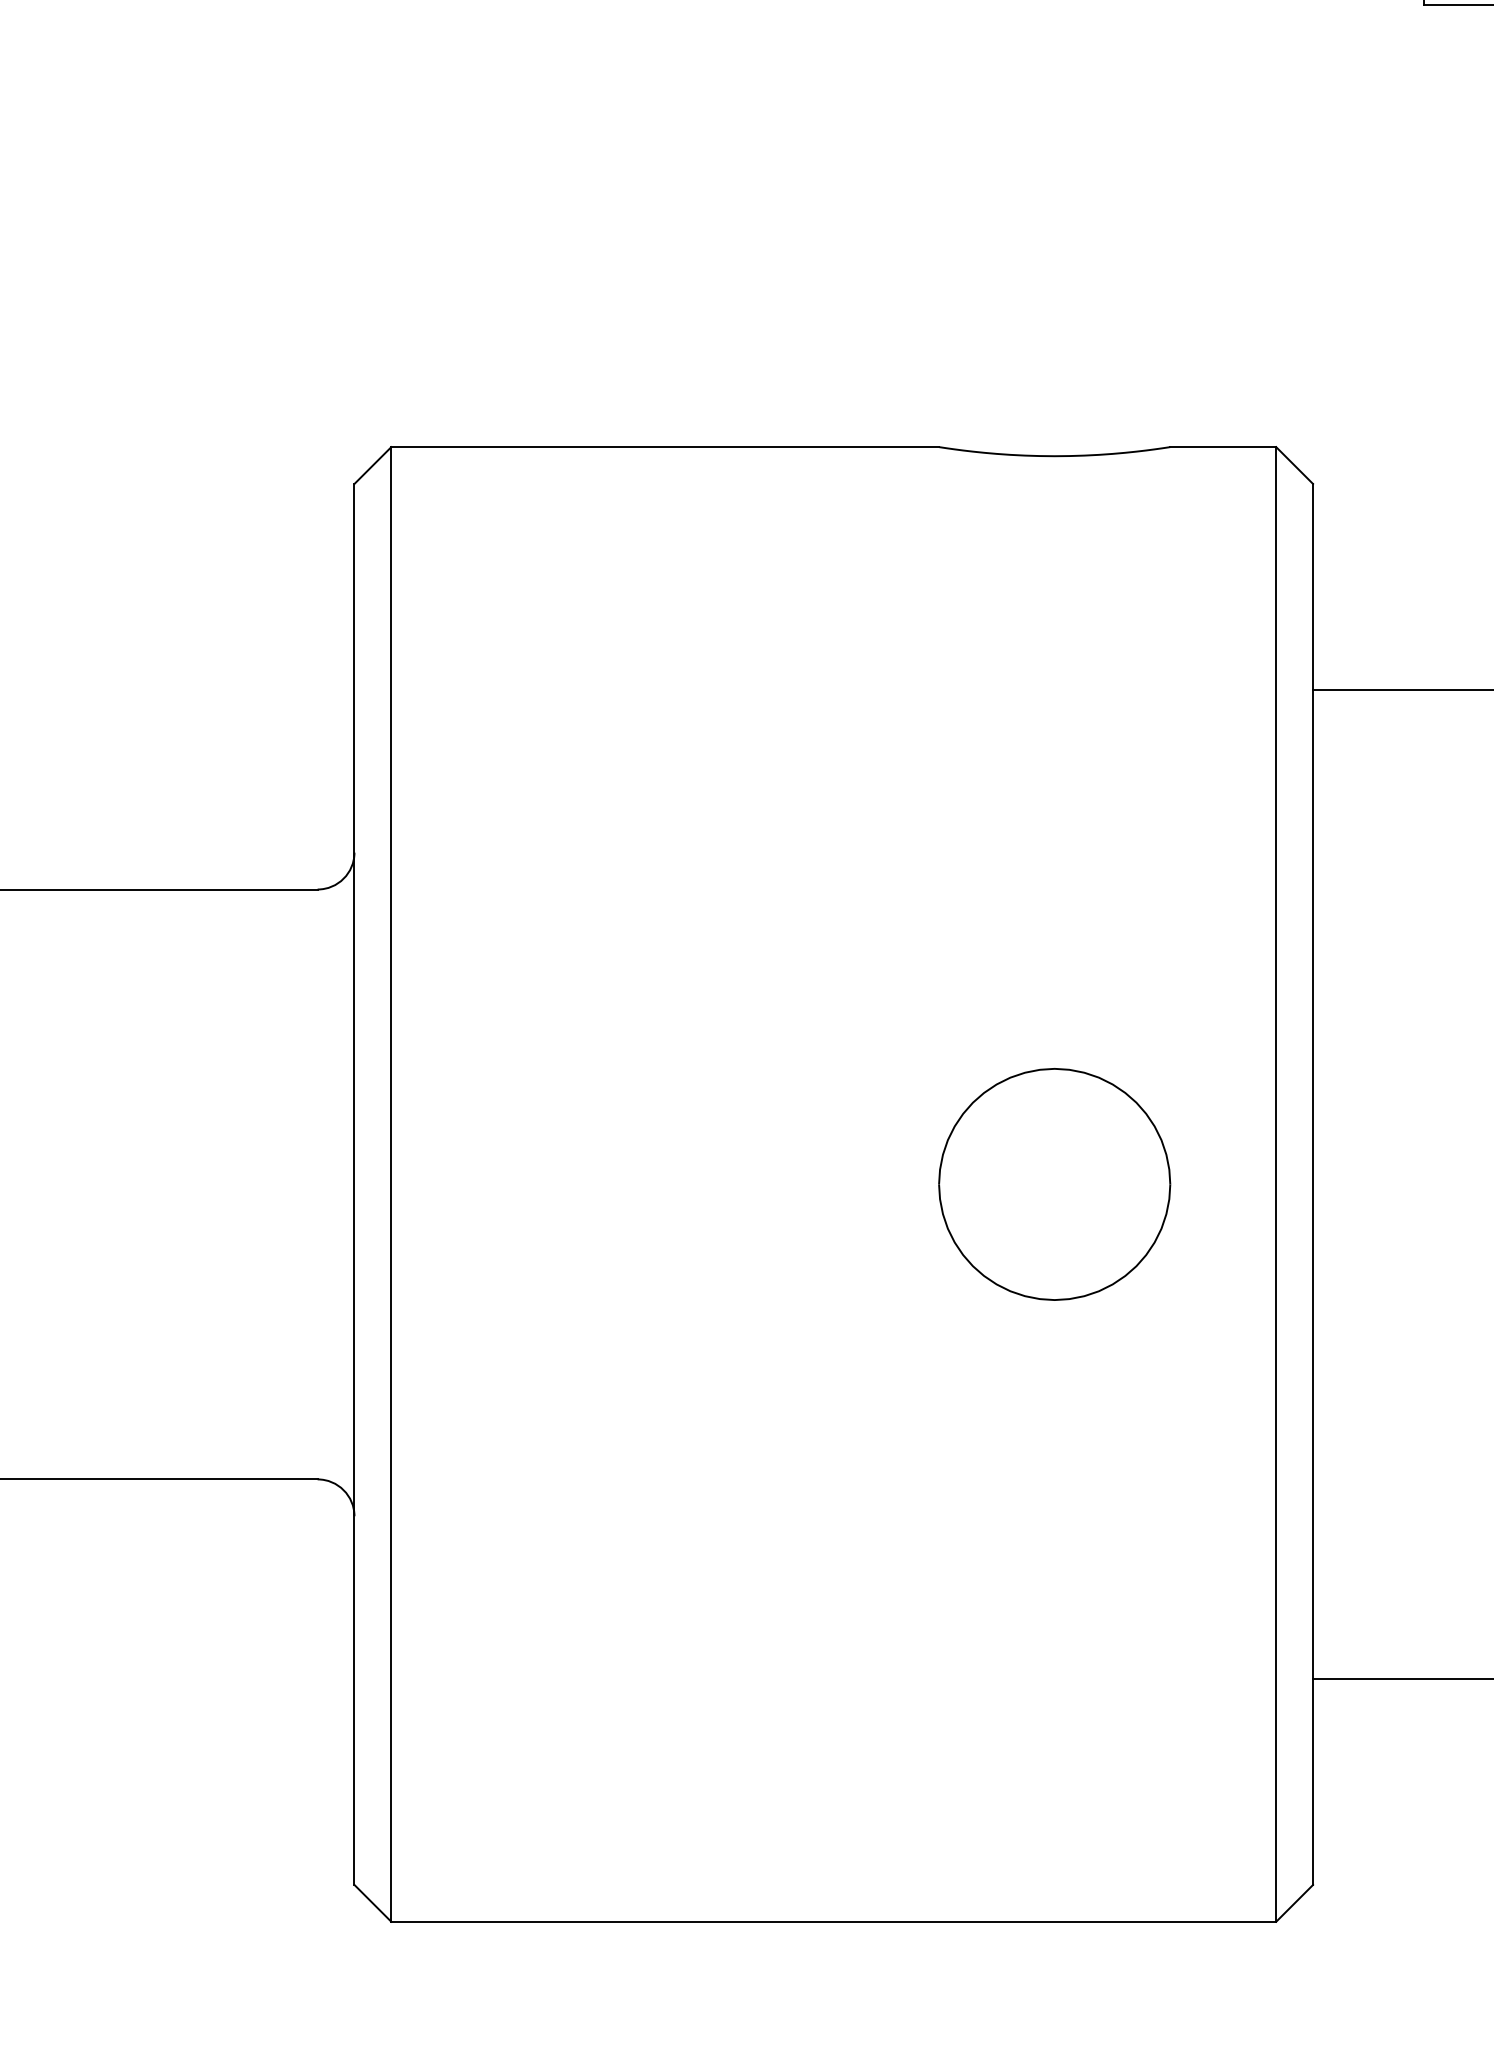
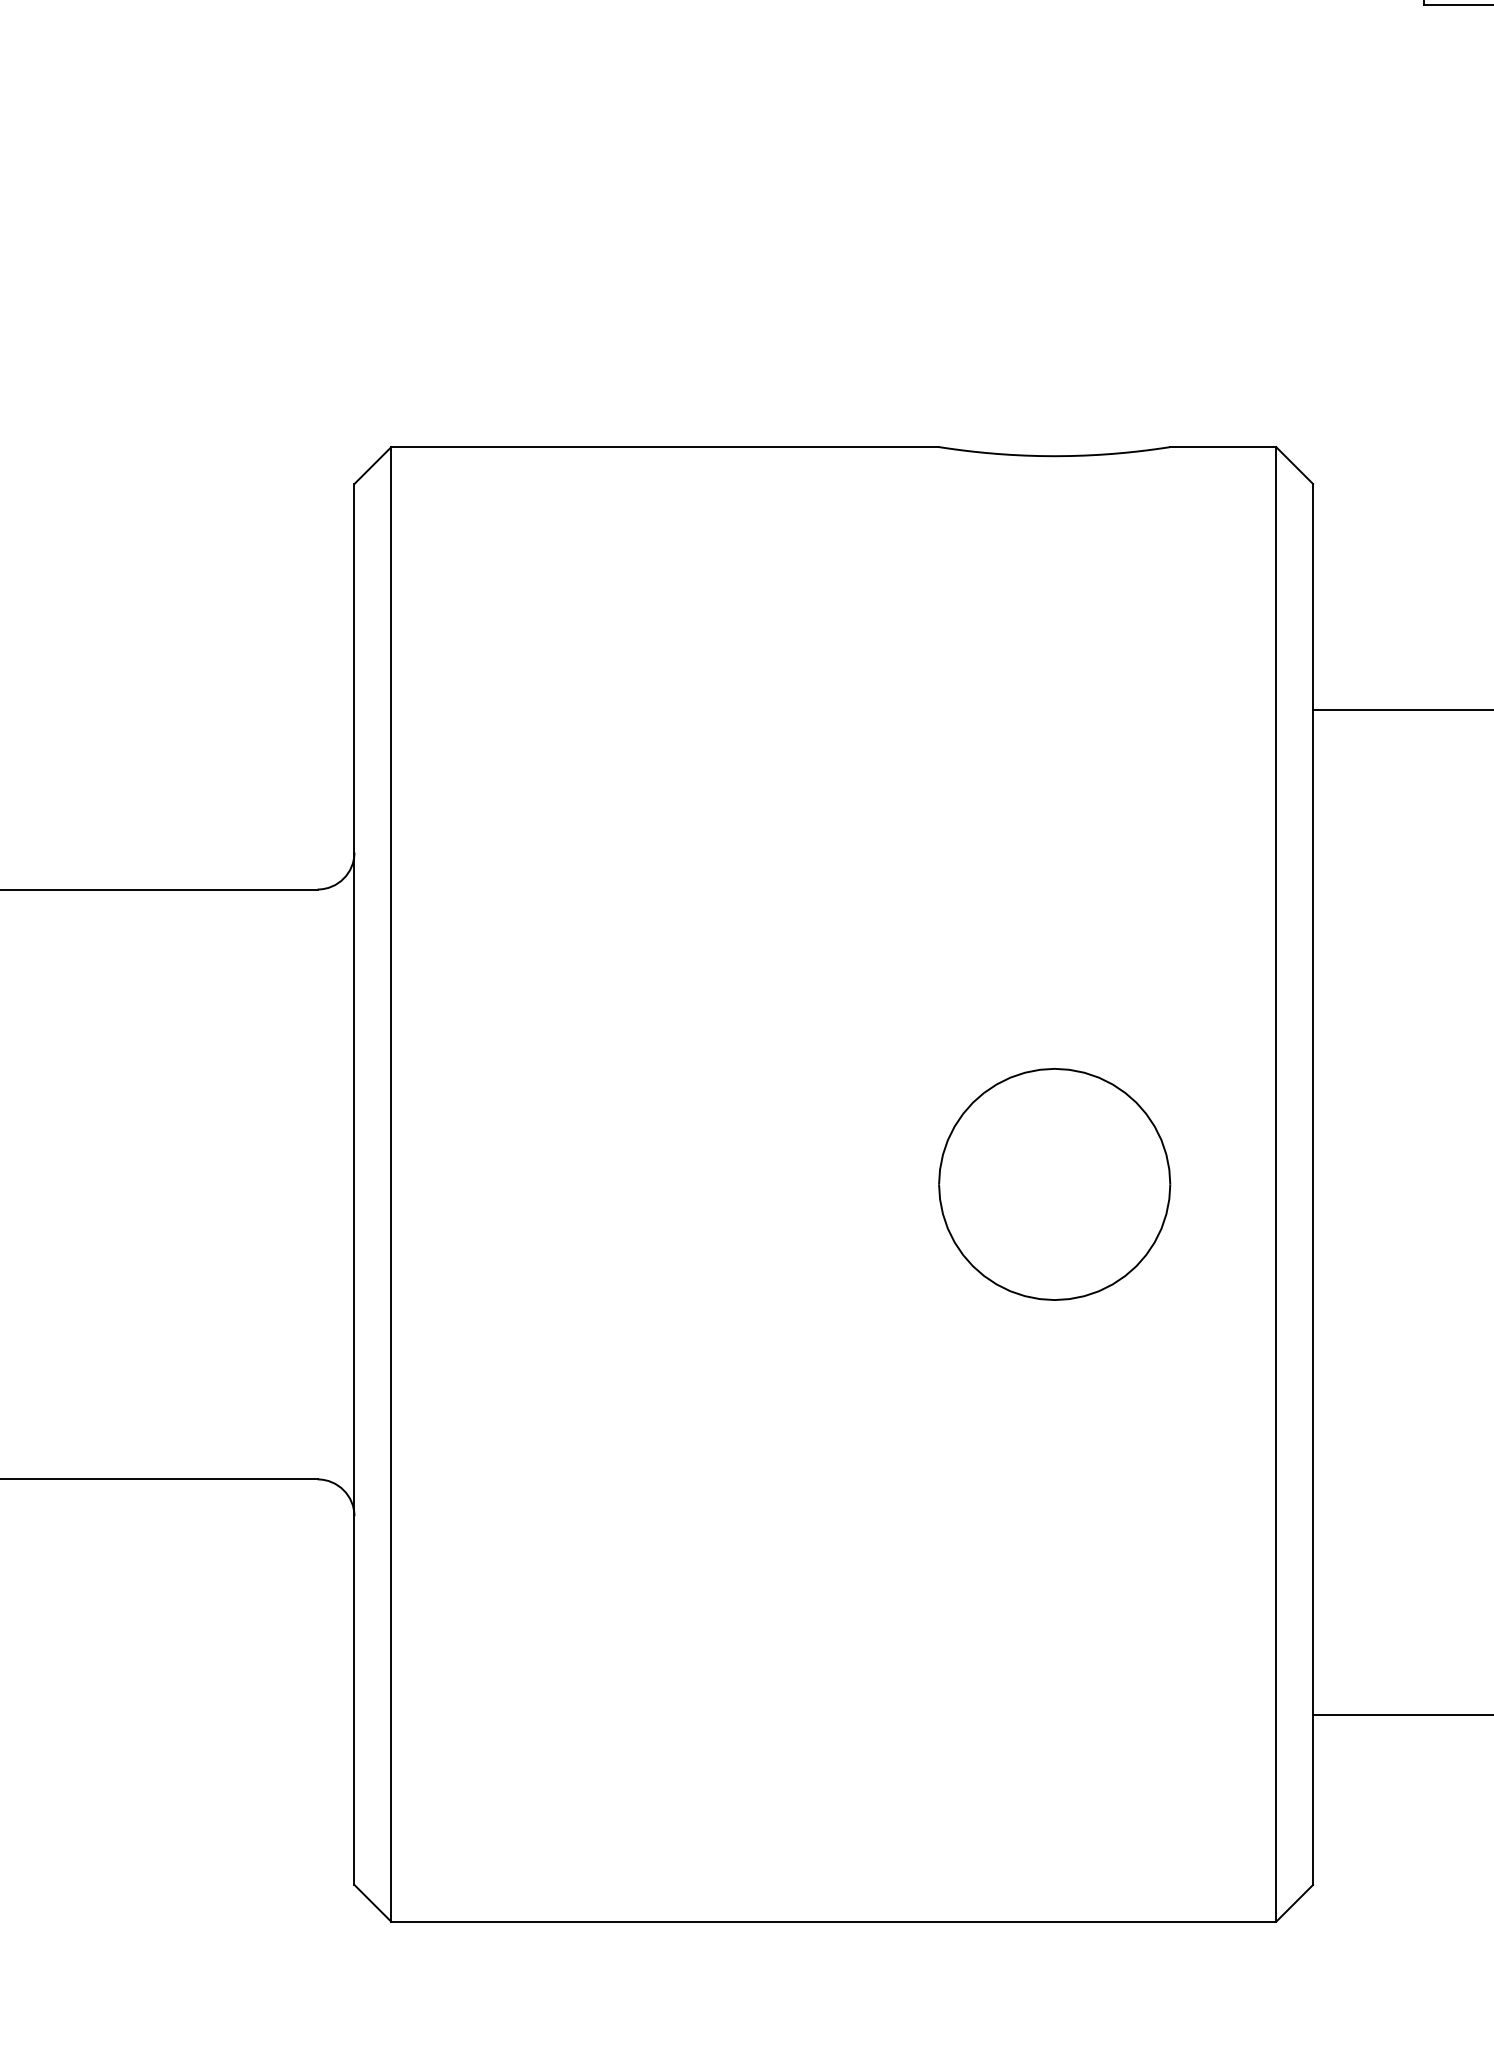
line at (1401, 689) position: (1401, 689) -> (1401, 709)
line at (1401, 1679) position: (1401, 1679) -> (1401, 1715)
